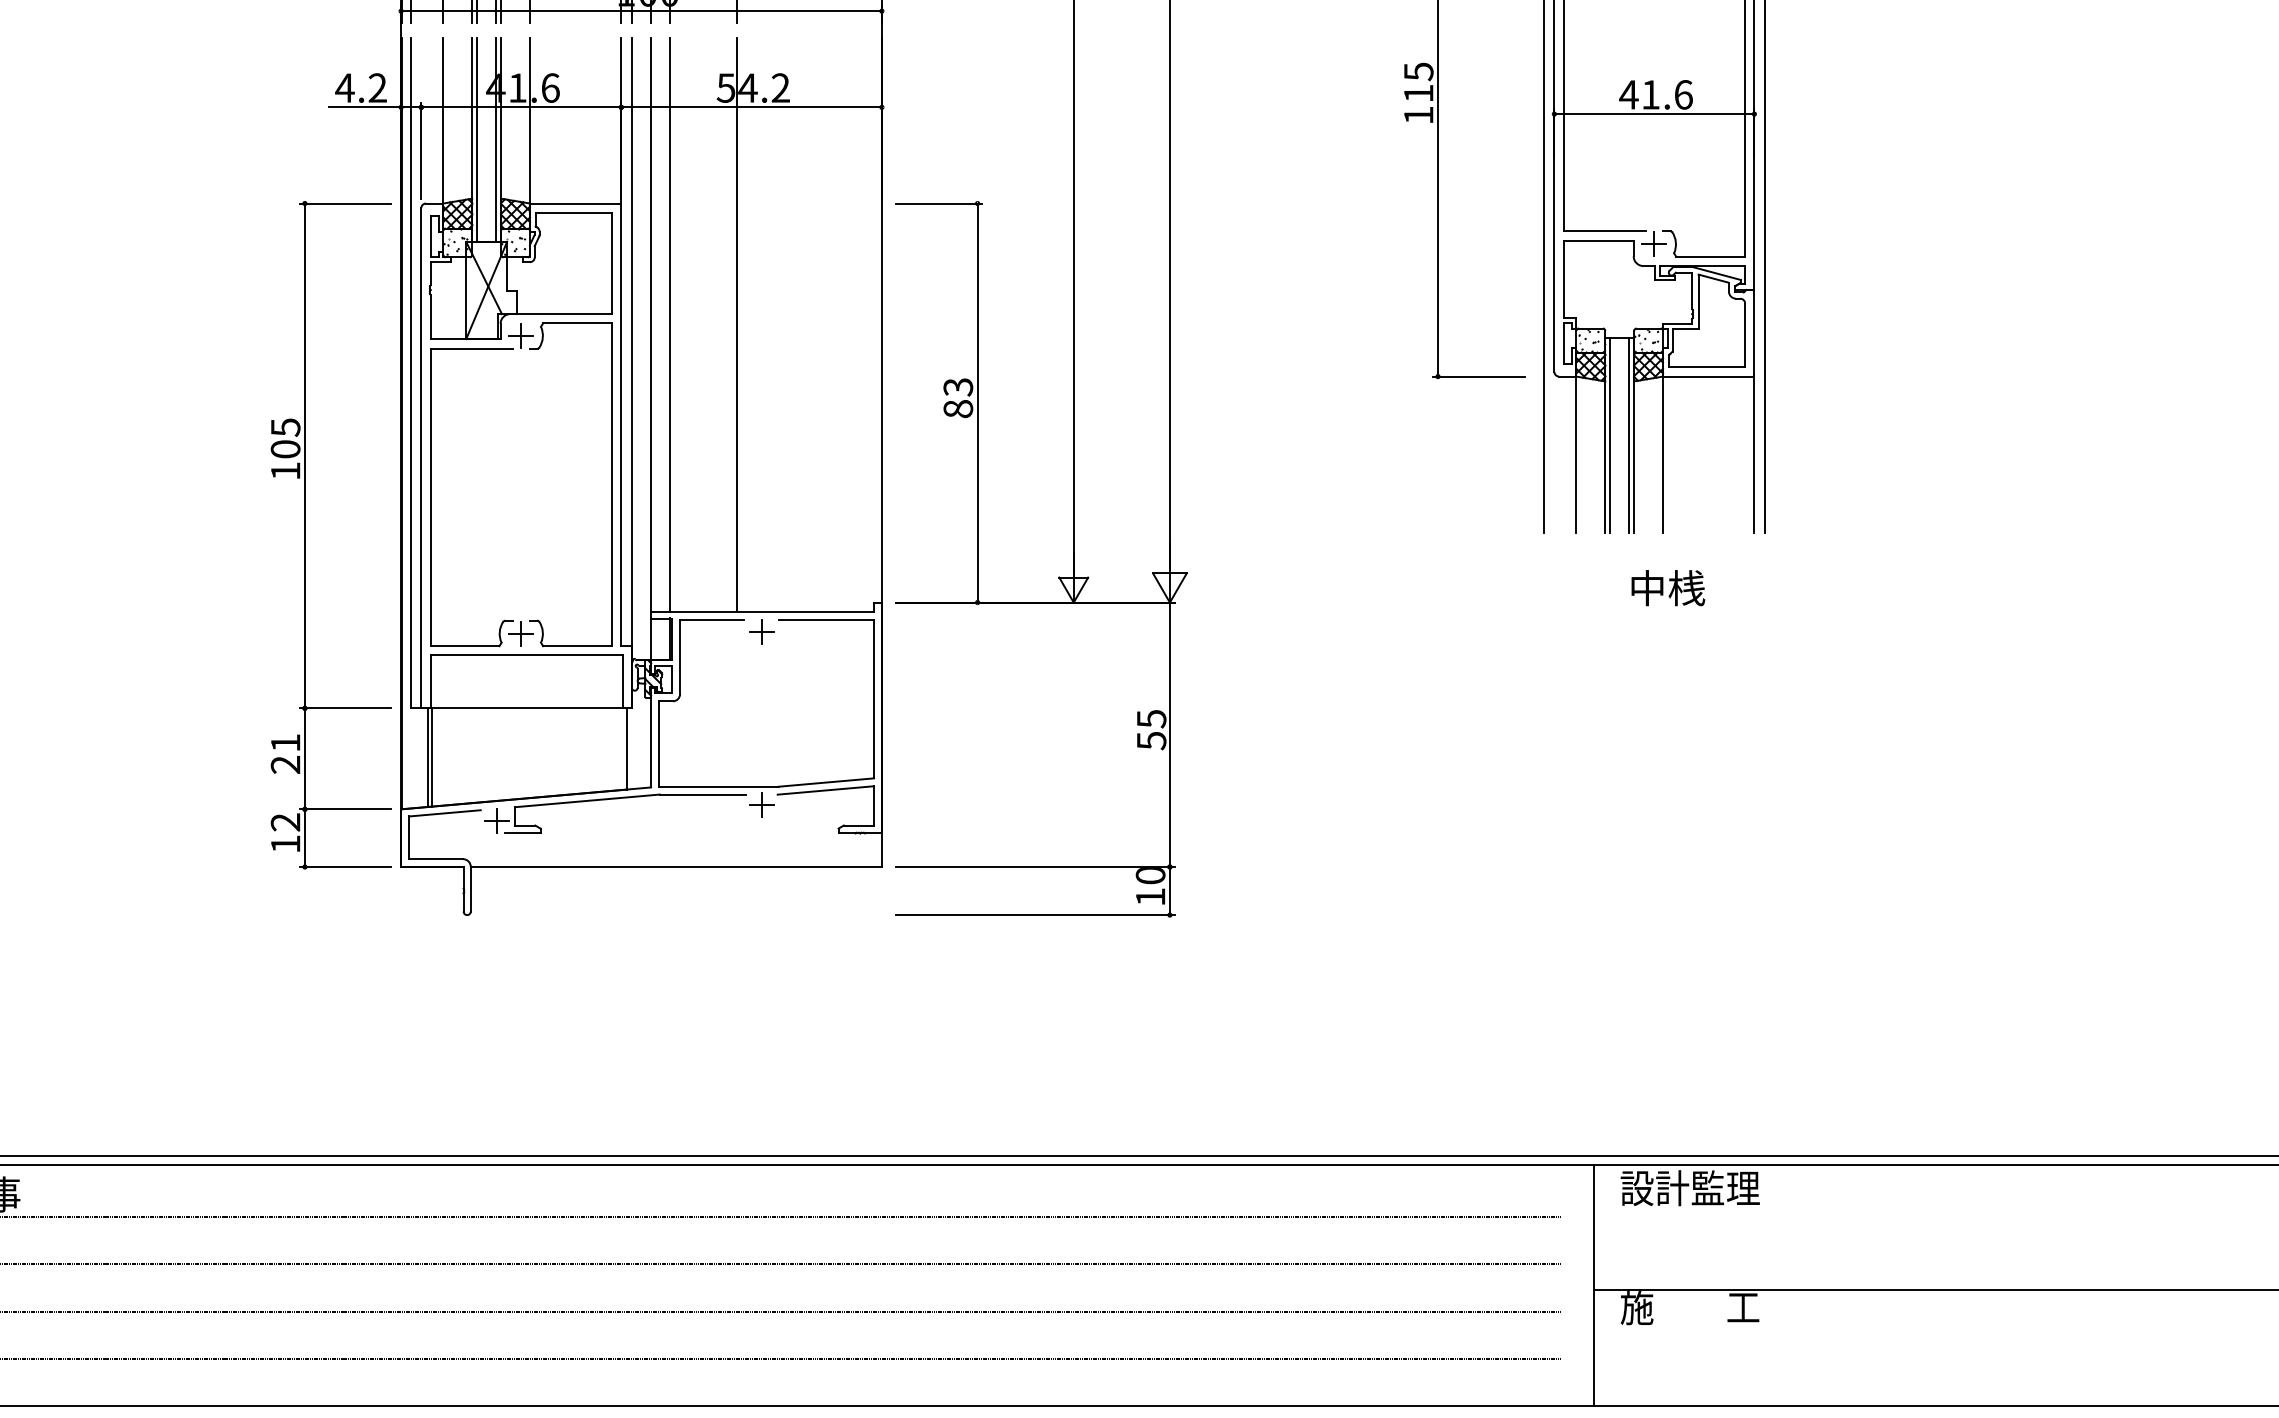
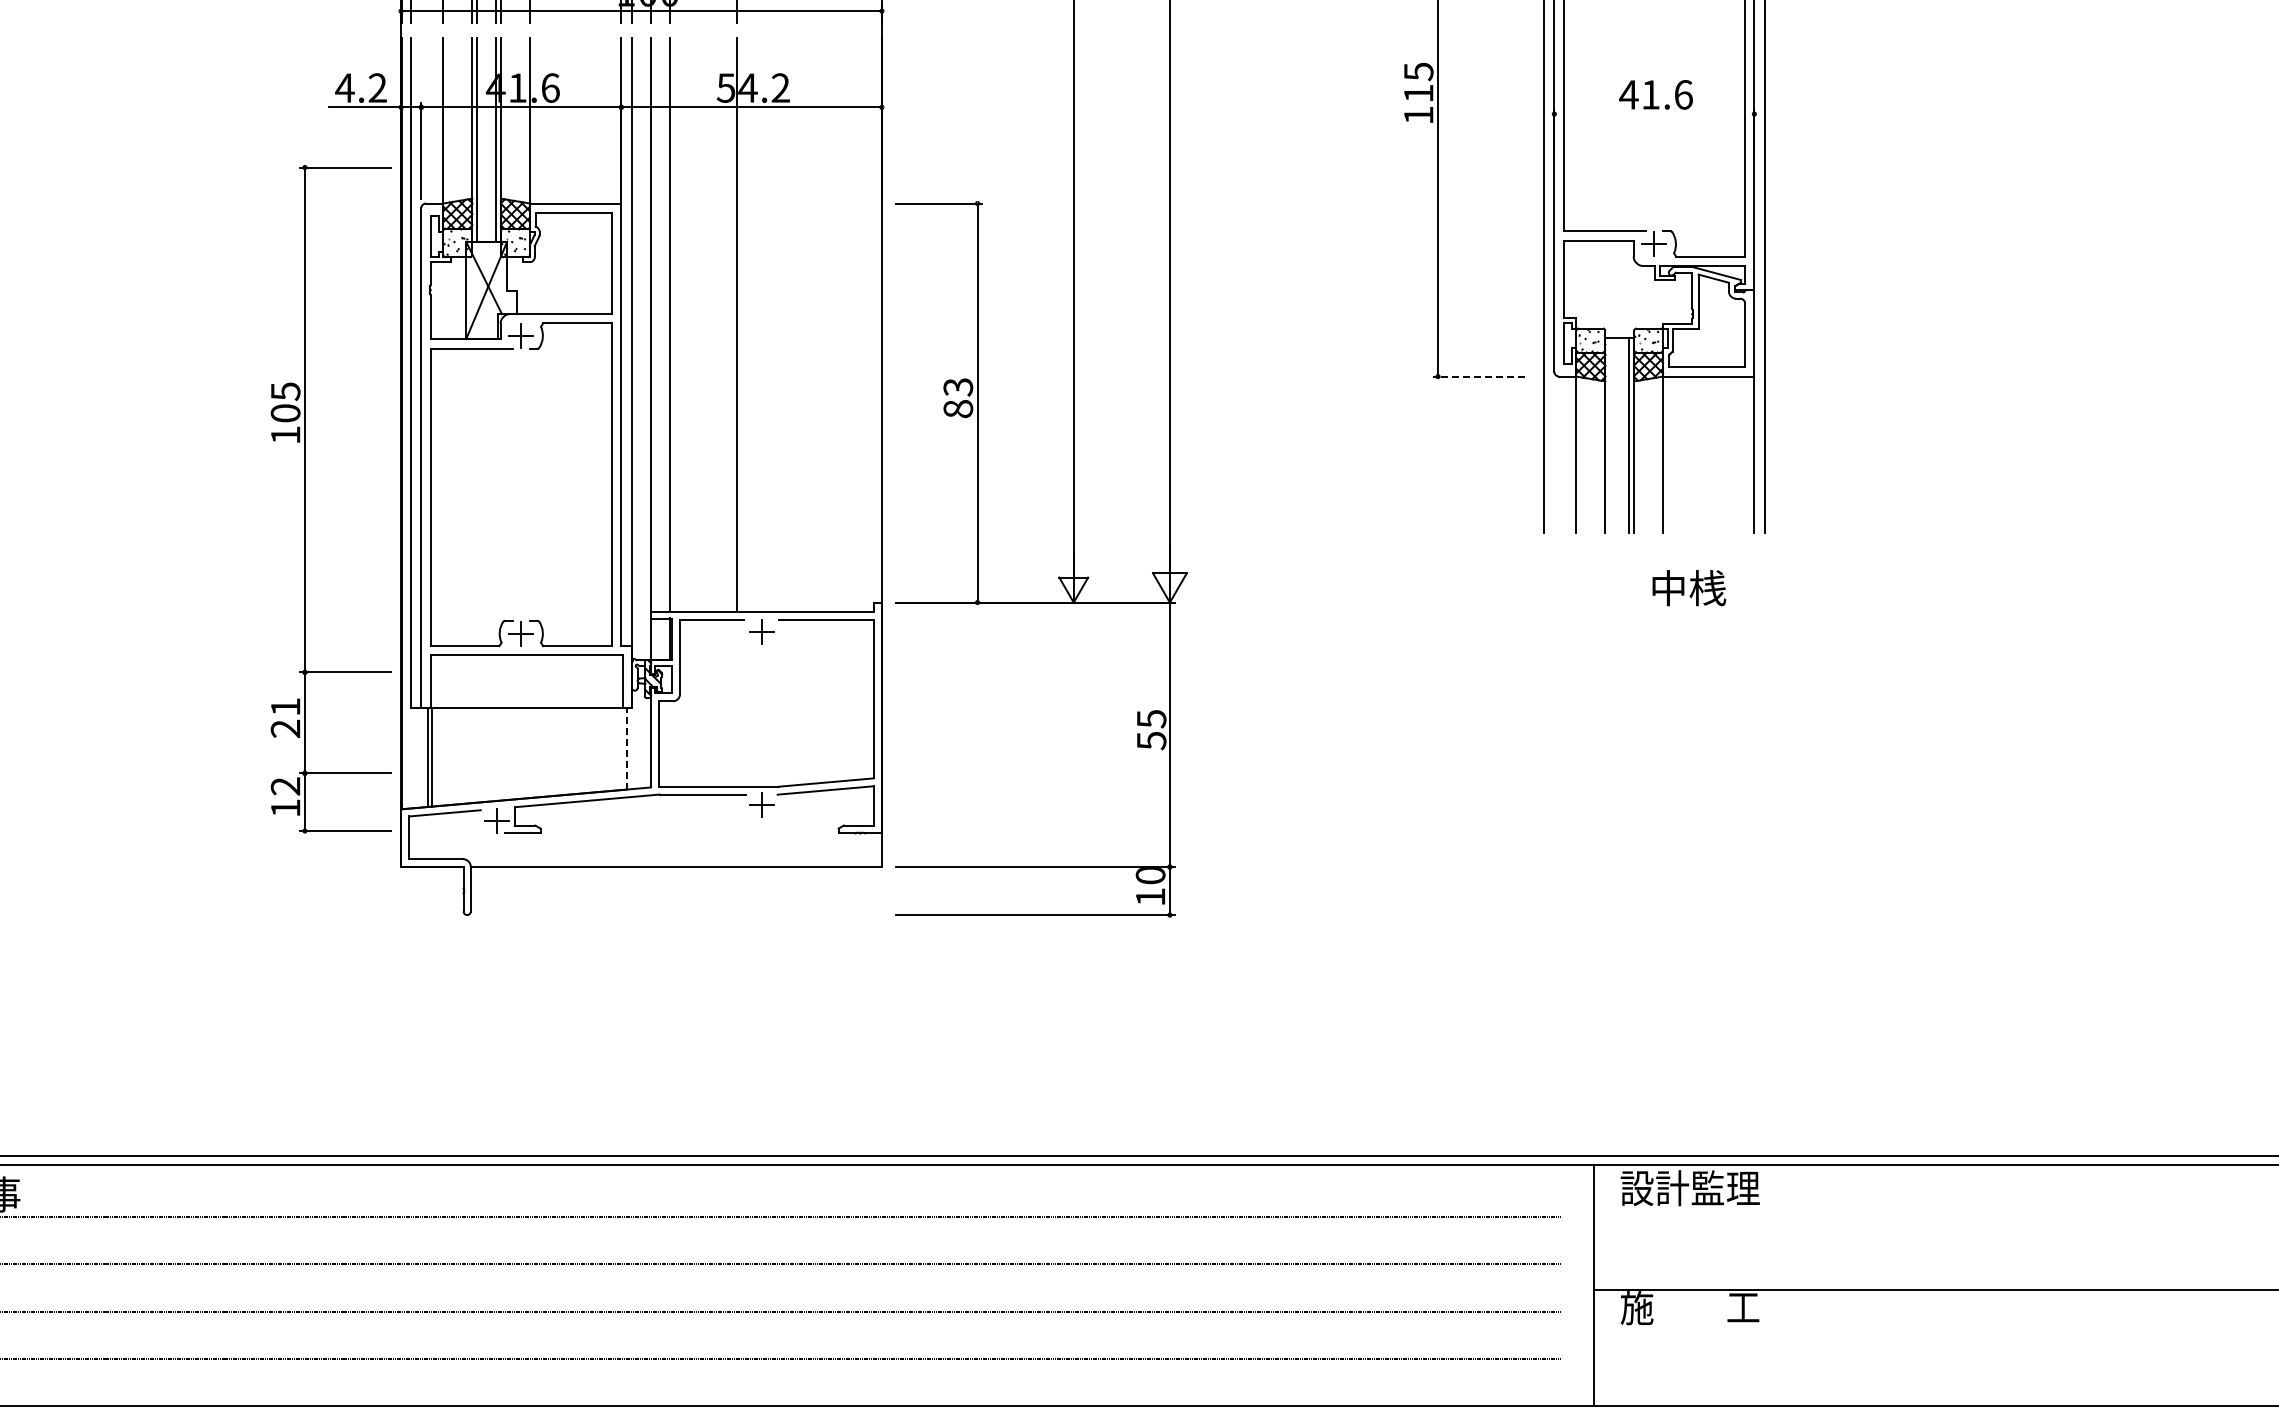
line at (1654, 114): present -> none
line at (1478, 376): solid -> dashed
line at (1610, 435): present -> none
part at (305, 535) position: (305, 535) -> (305, 499)
text at (1668, 588) position: (1668, 588) -> (1689, 588)
line at (627, 748): solid -> dashed
